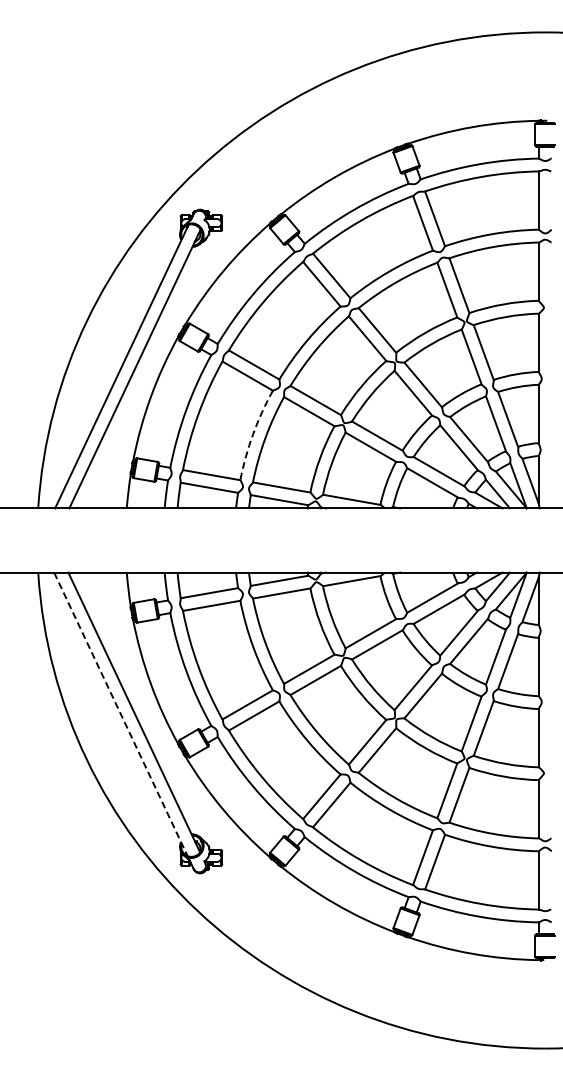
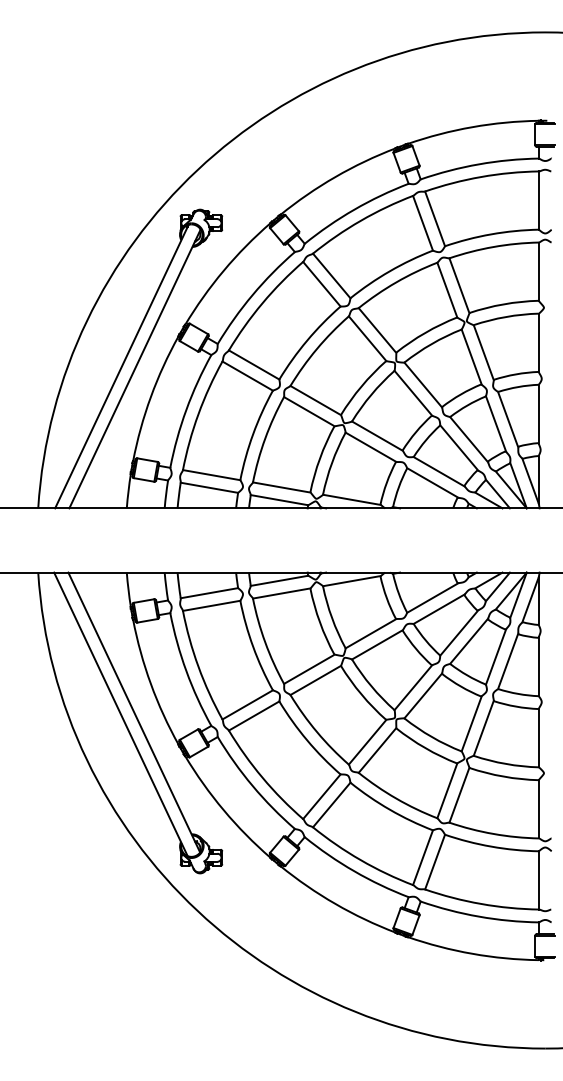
arc at (253, 434): dashed -> solid
line at (120, 714): dashed -> solid
